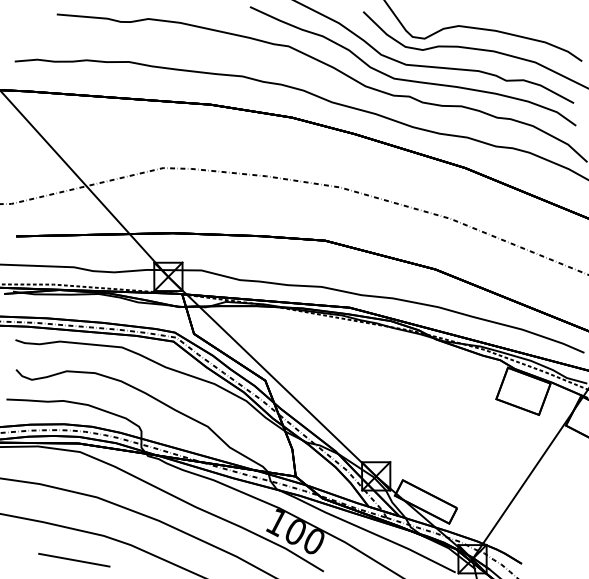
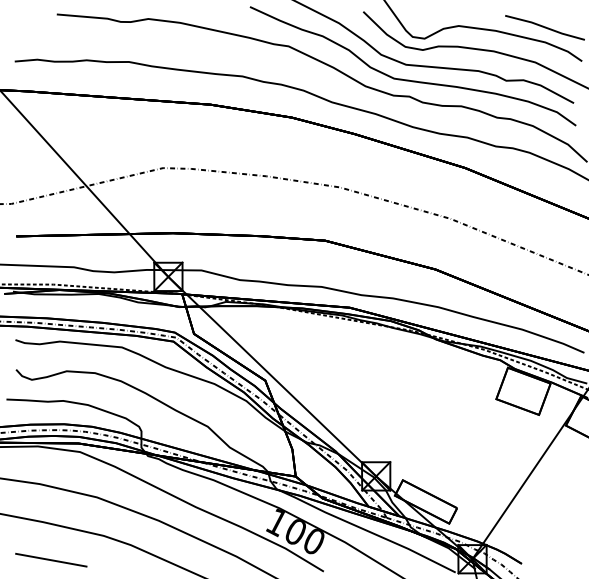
line at (544, 27): none -> present
line at (74, 559) position: (74, 559) -> (51, 559)
